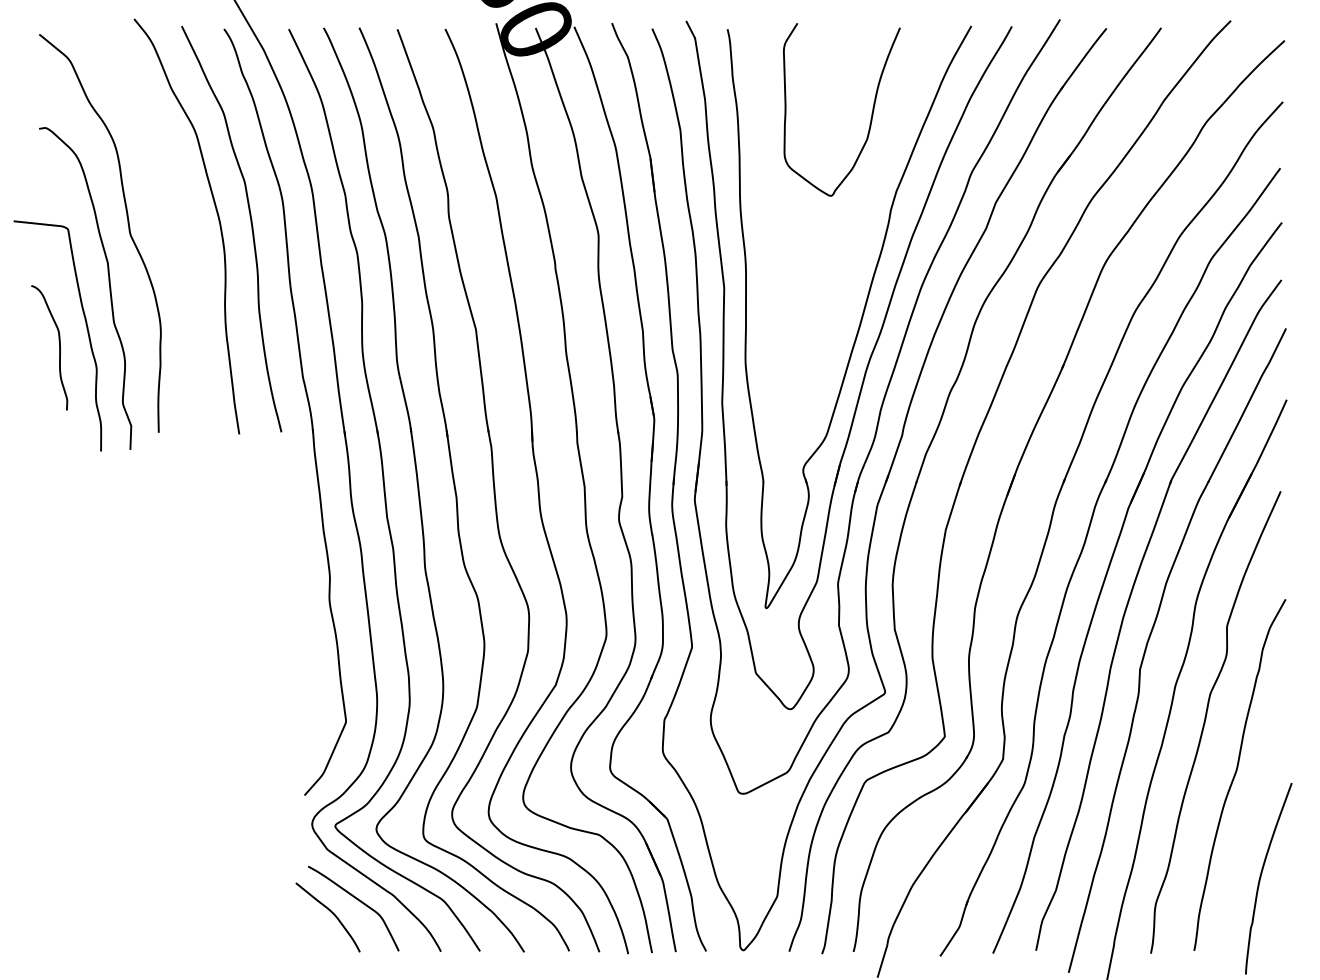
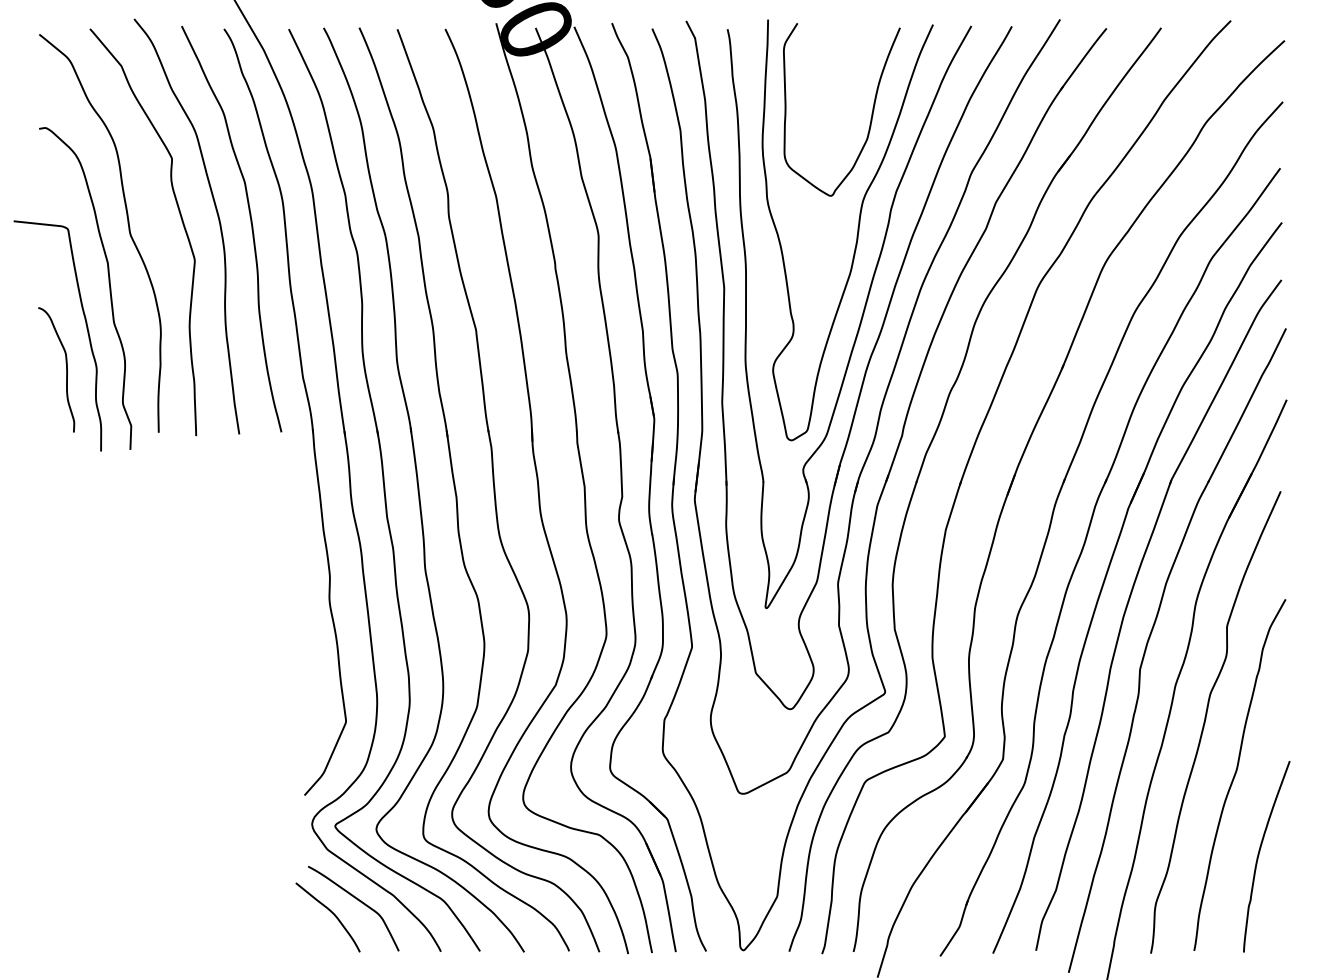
curve at (180, 218): none -> present
curve at (857, 230): none -> present
curve at (59, 347) position: (59, 347) -> (66, 369)
curve at (1261, 877) position: (1261, 877) -> (1259, 855)
